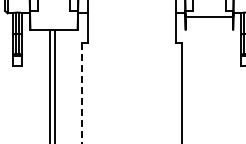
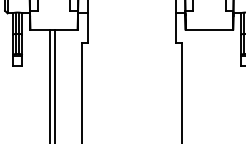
line at (209, 17) position: (209, 17) -> (209, 30)
line at (81, 93): dashed -> solid
